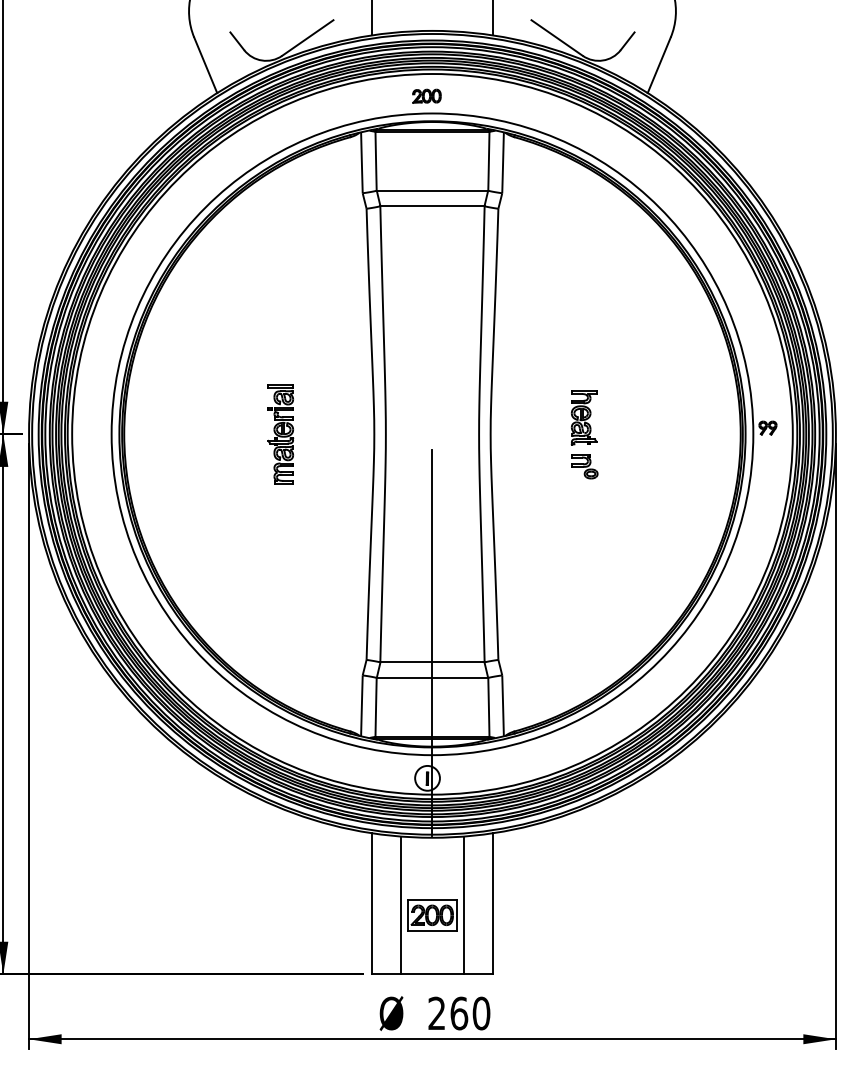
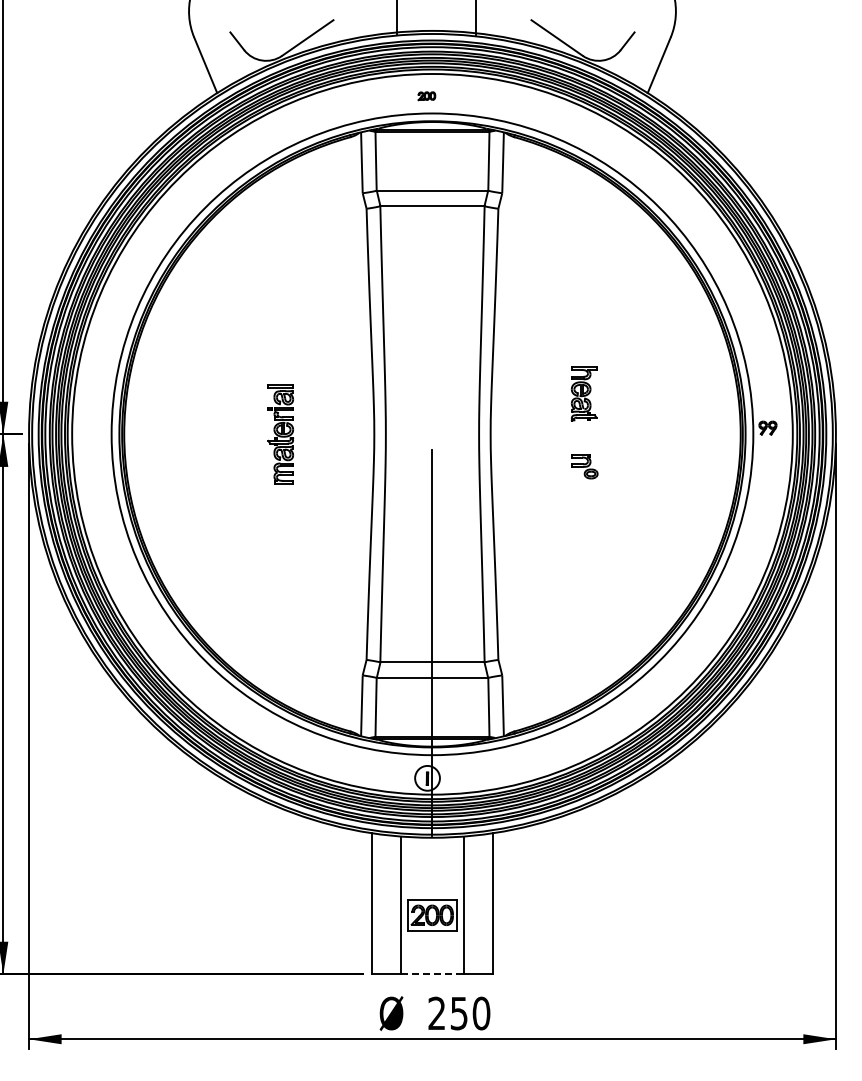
line at (371, 18) position: (371, 18) -> (396, 18)
line at (493, 18) position: (493, 18) -> (476, 18)
part at (426, 95) size: 30x16 px -> 20x11 px
part at (583, 417) position: (583, 417) -> (583, 393)
line at (432, 974): solid -> dashed
text at (459, 1013): 260 -> 250
